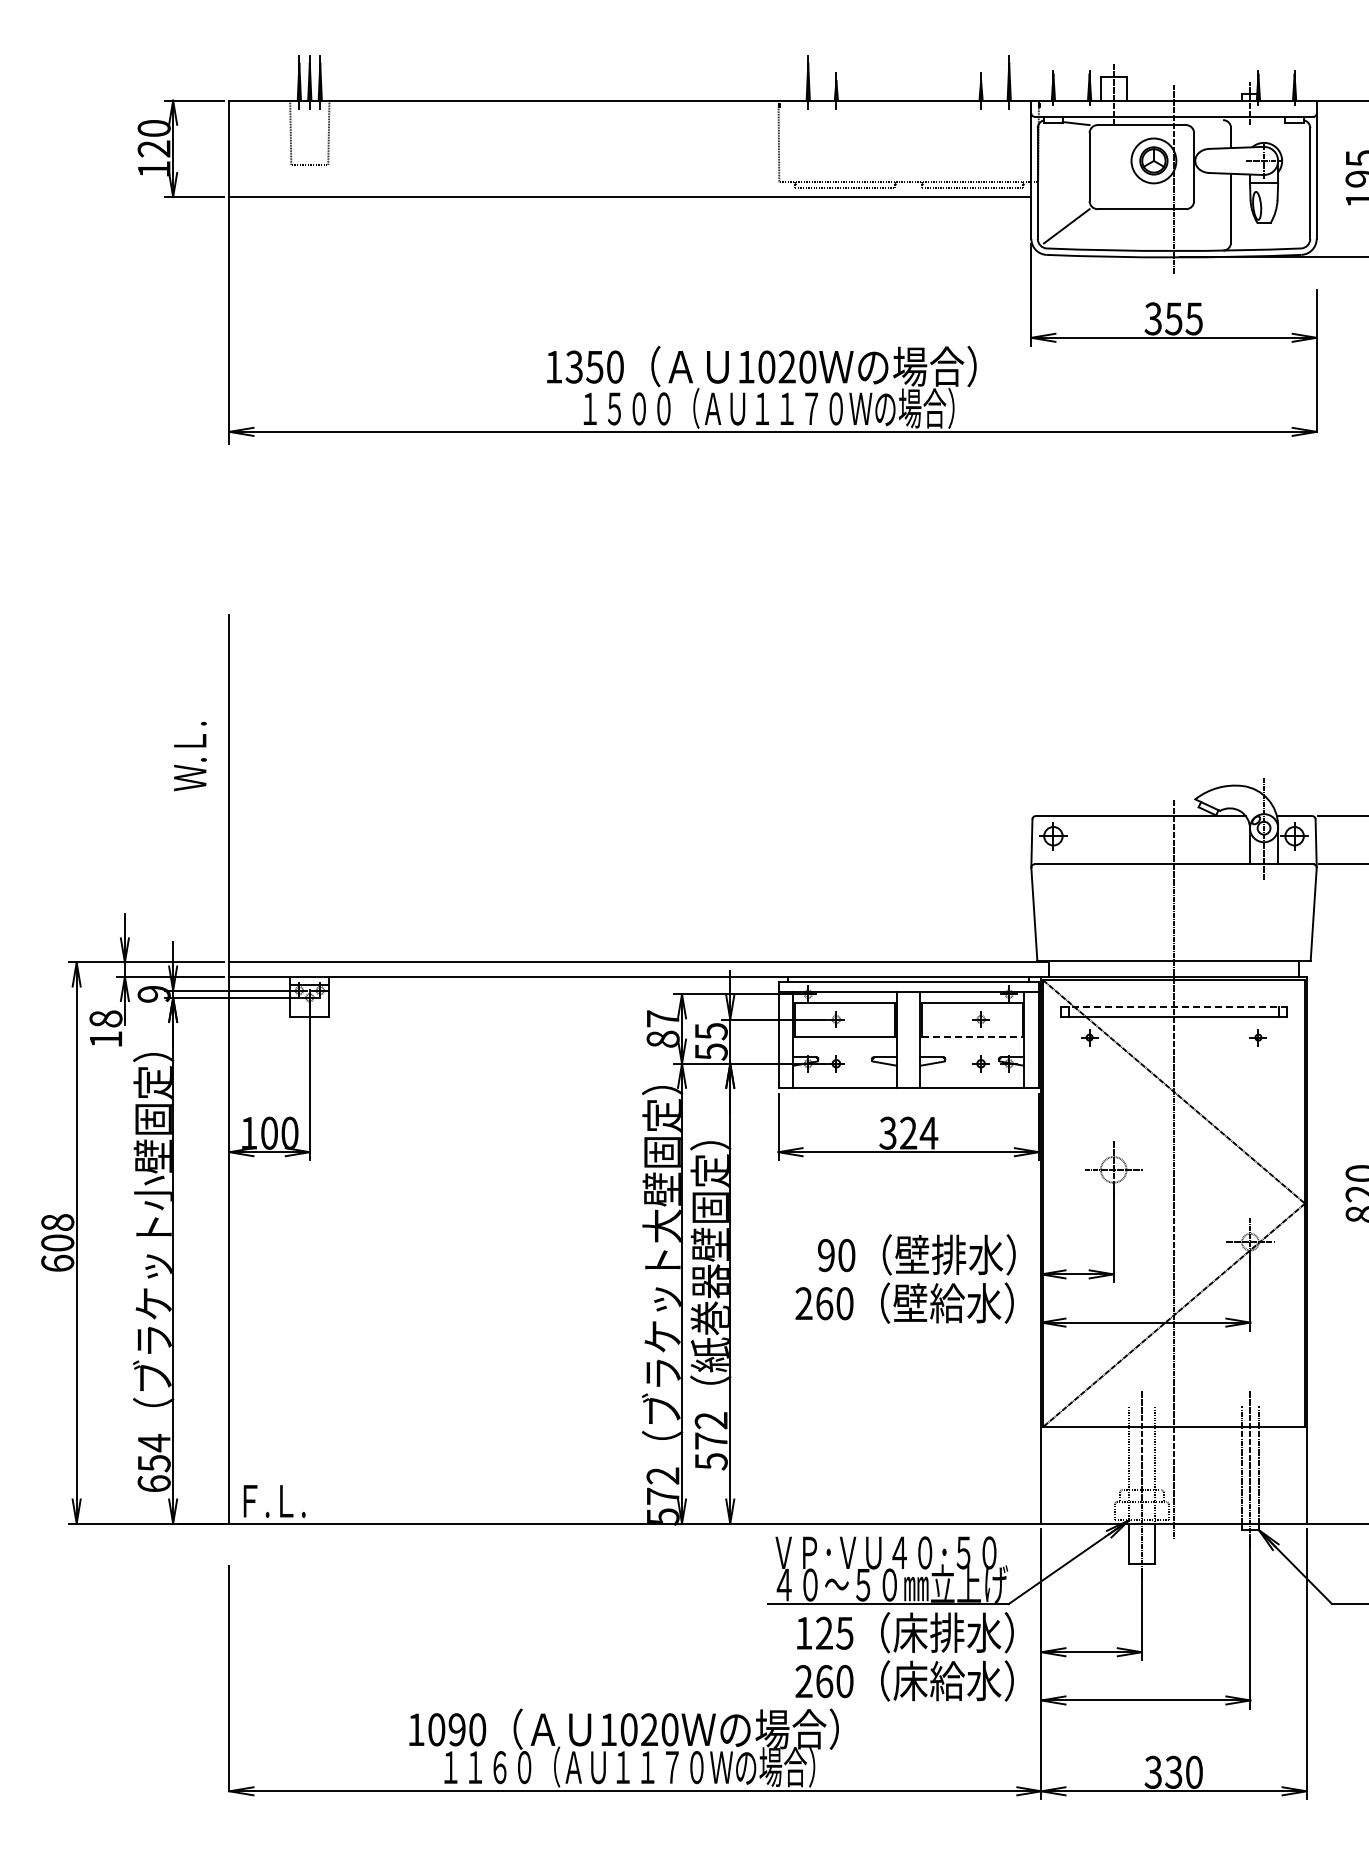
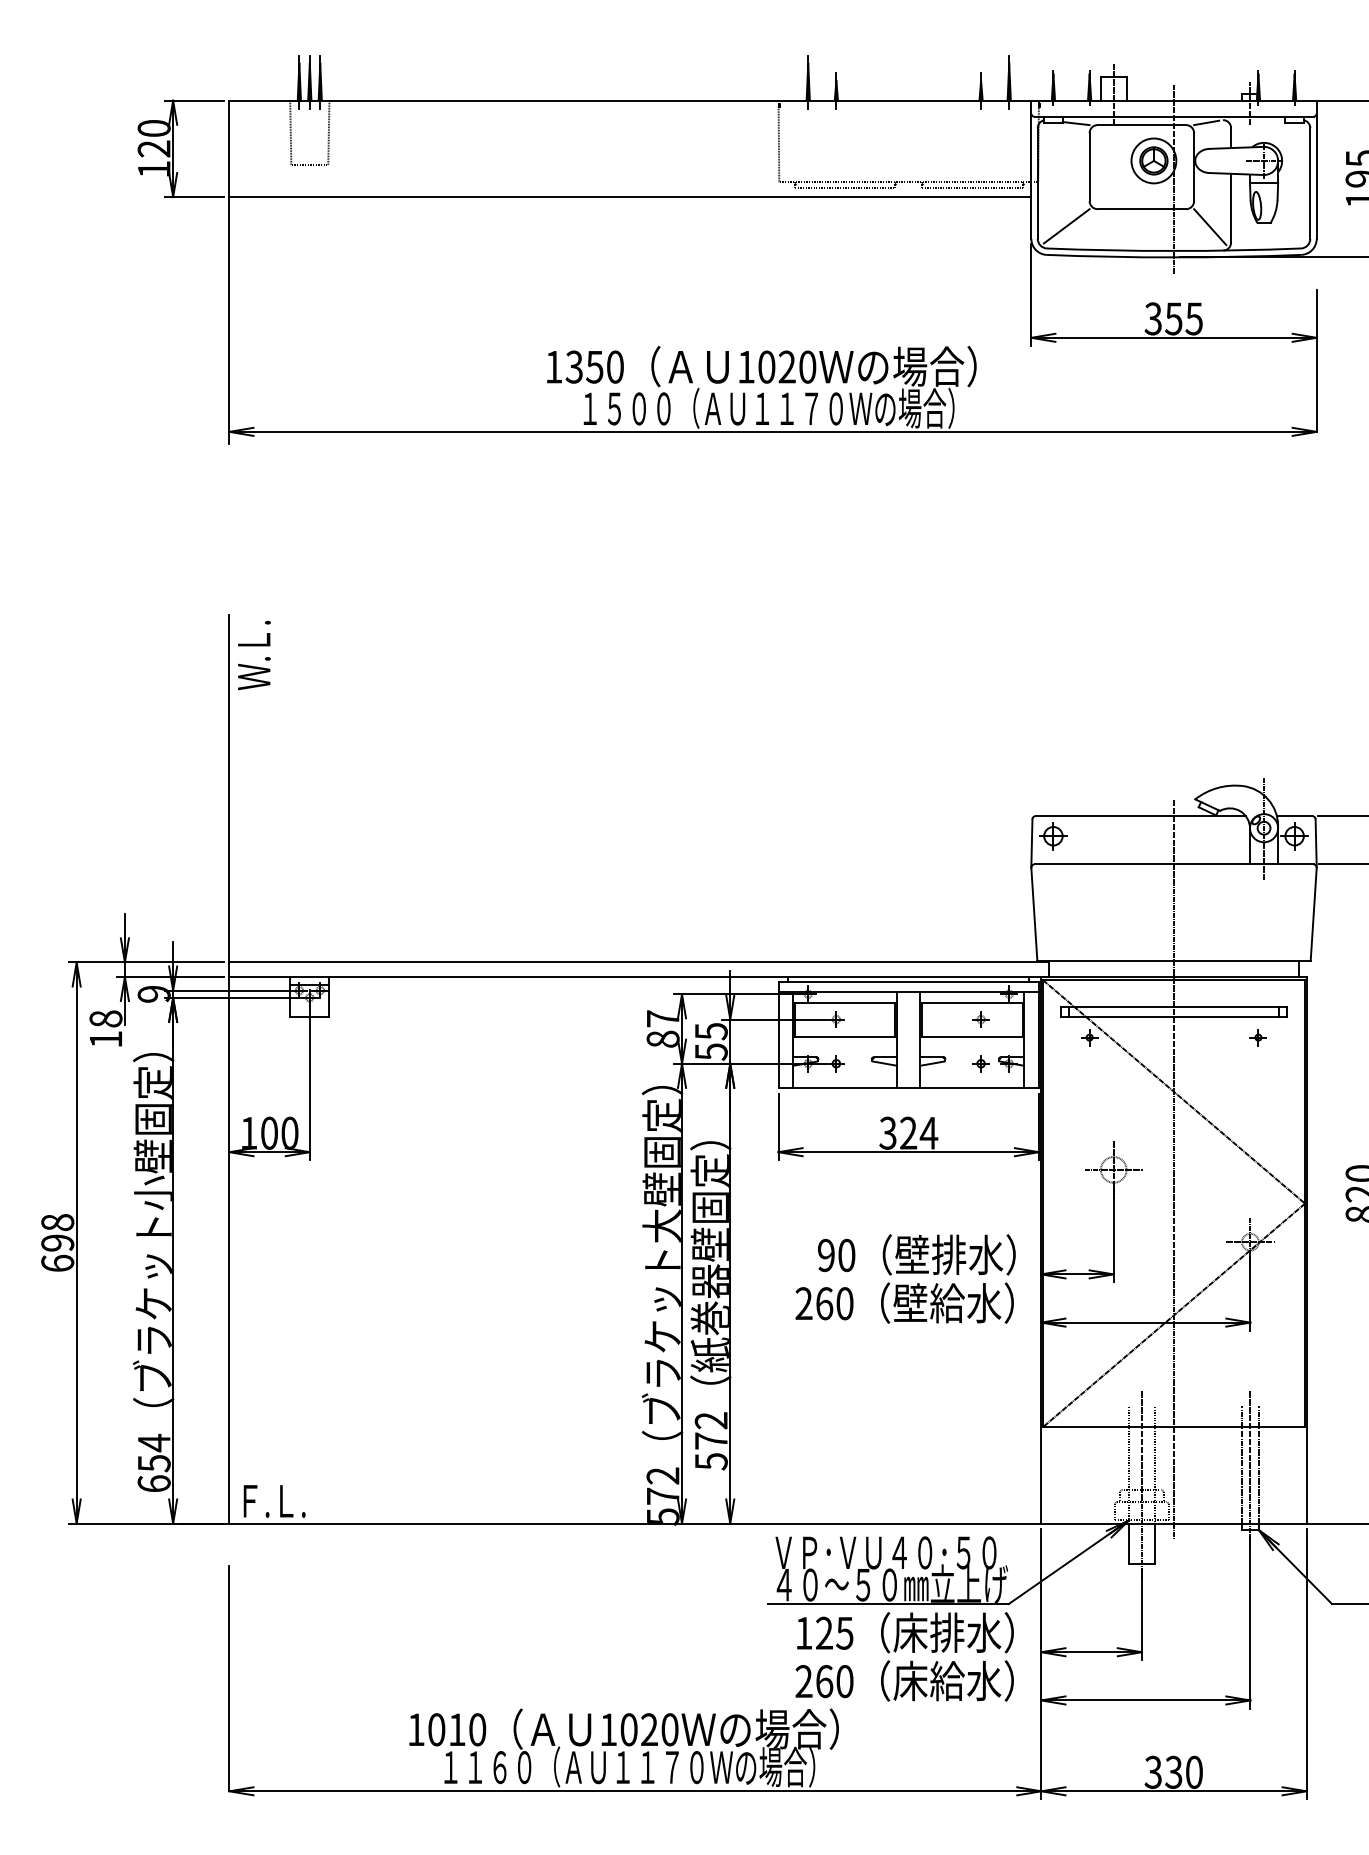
line at (1206, 122): none -> present
line at (1210, 227): none -> present
text at (190, 756) position: (190, 756) -> (254, 655)
line at (1174, 1007): dashed -> solid
line at (972, 1037): dashed -> solid
text at (57, 1242): 608 -> 698
text at (456, 1729): 1090 -> 1010
